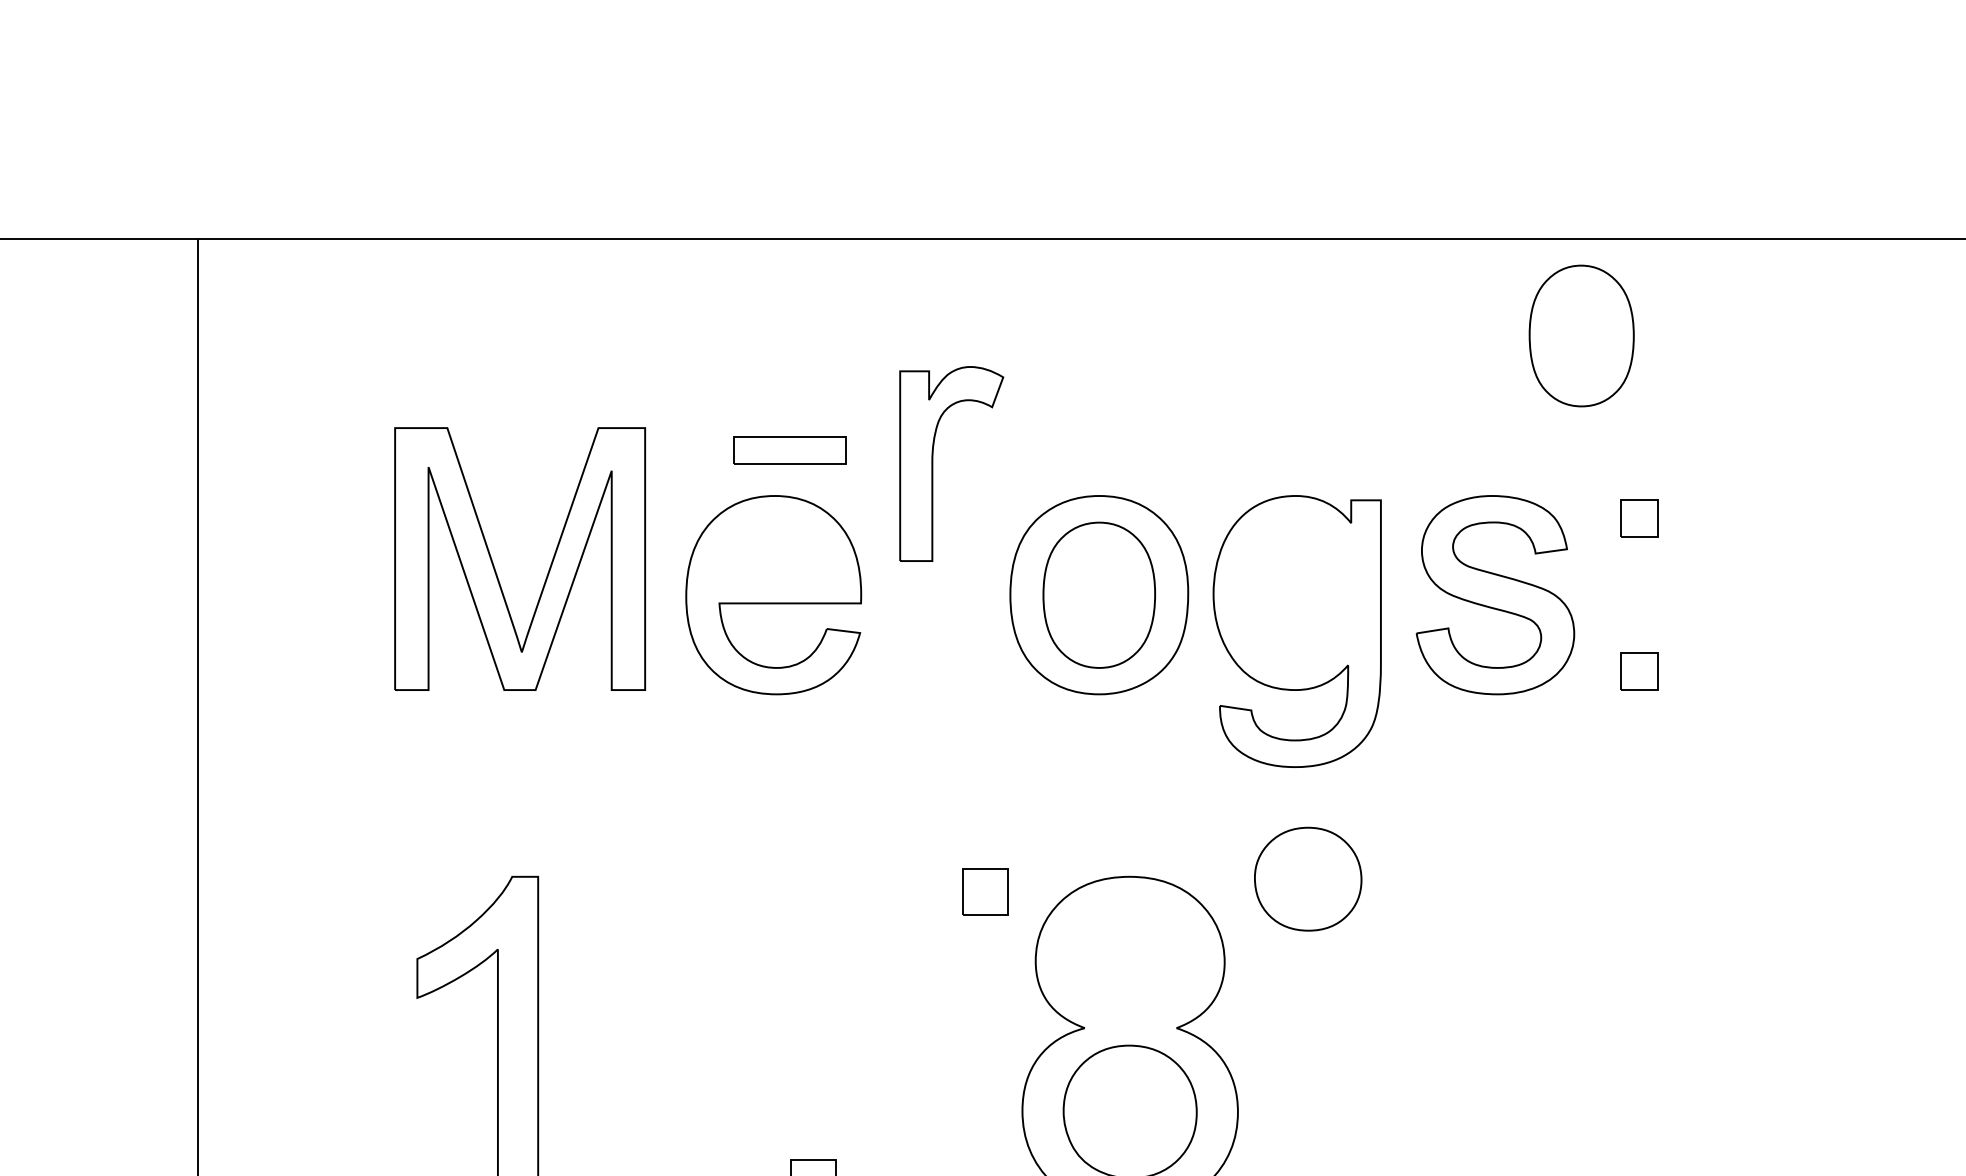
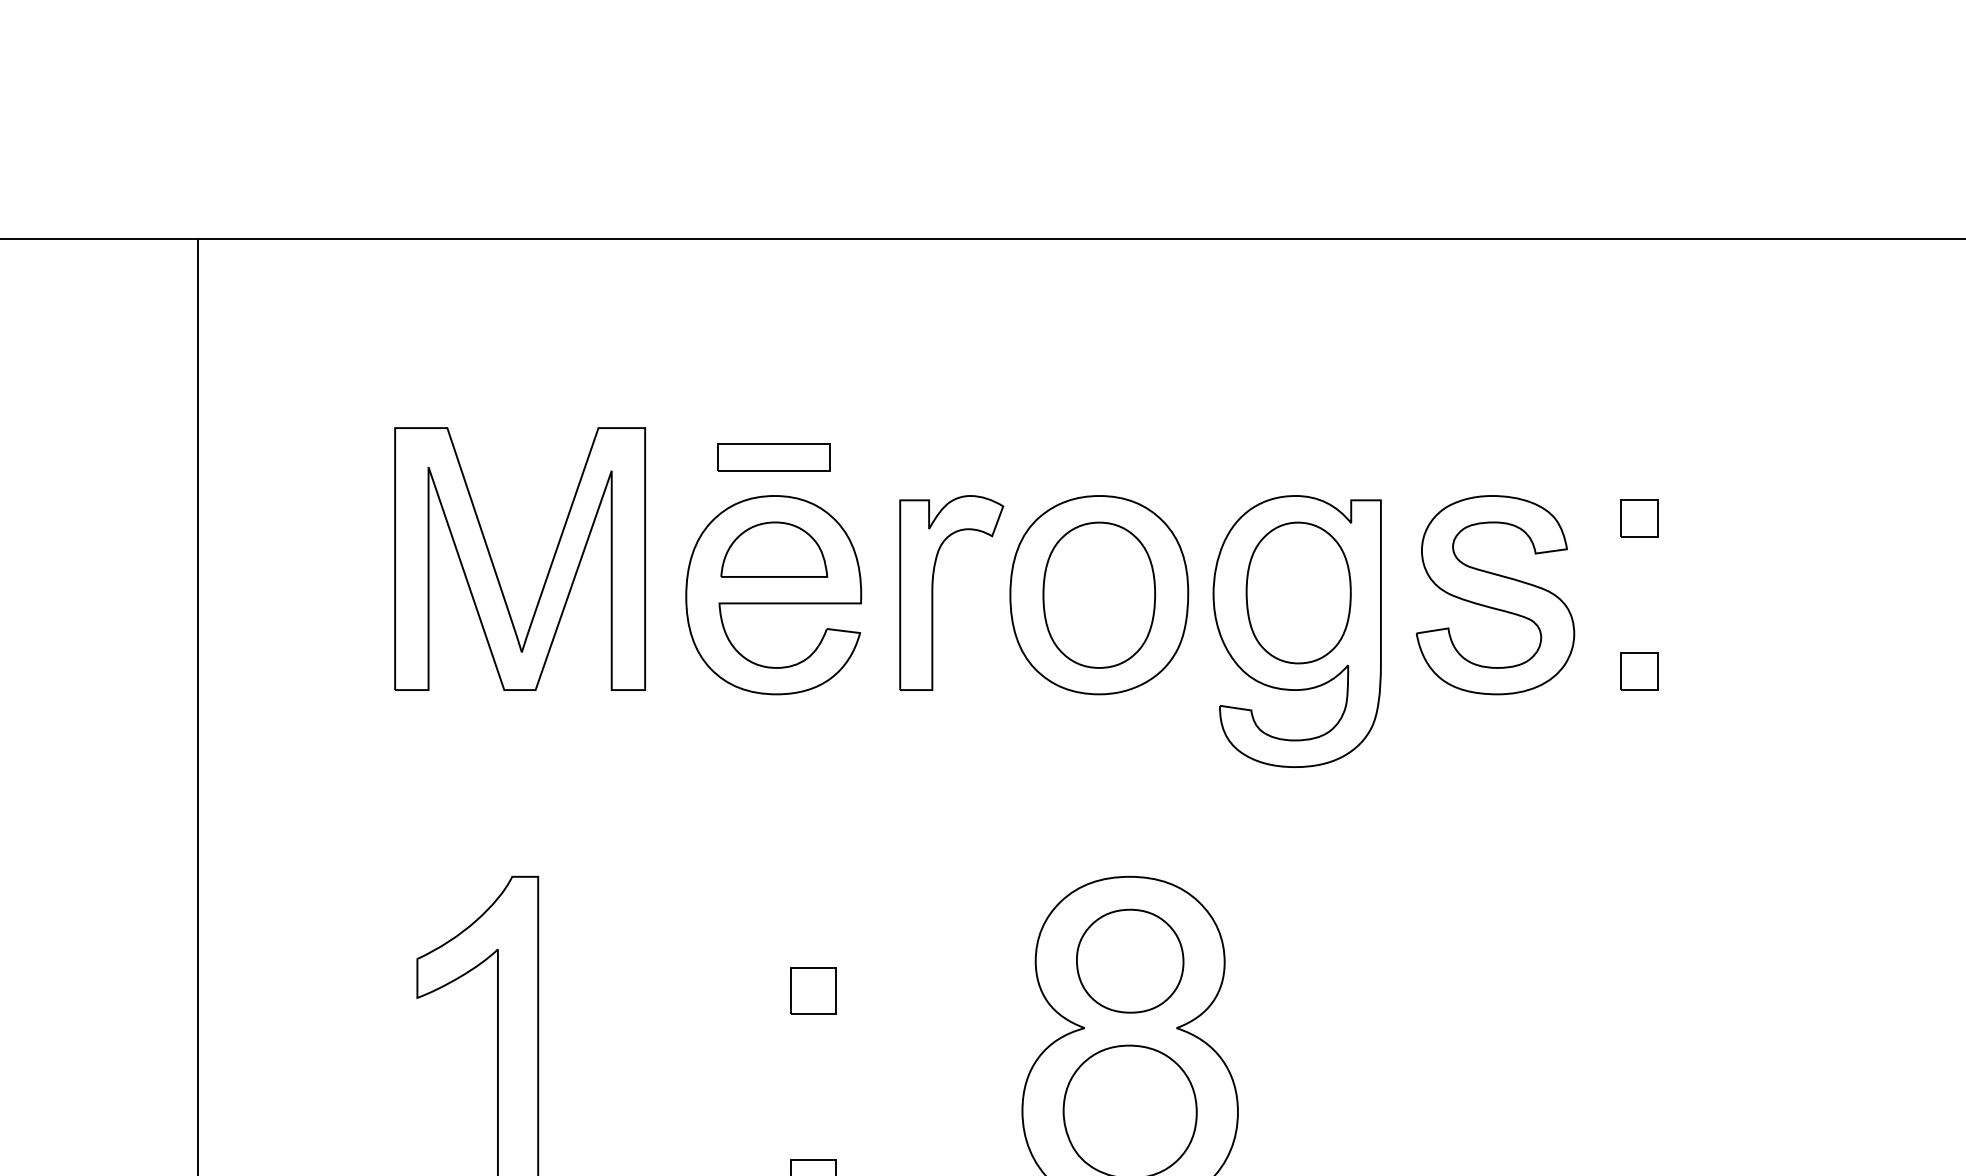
part at (1581, 335) position: (1581, 335) -> (1298, 592)
part at (789, 450) position: (789, 450) -> (773, 457)
part at (933, 463) position: (933, 463) -> (933, 592)
part at (774, 549): none -> present
part at (1308, 878) position: (1308, 878) -> (1130, 960)
part at (985, 891) position: (985, 891) -> (813, 990)
